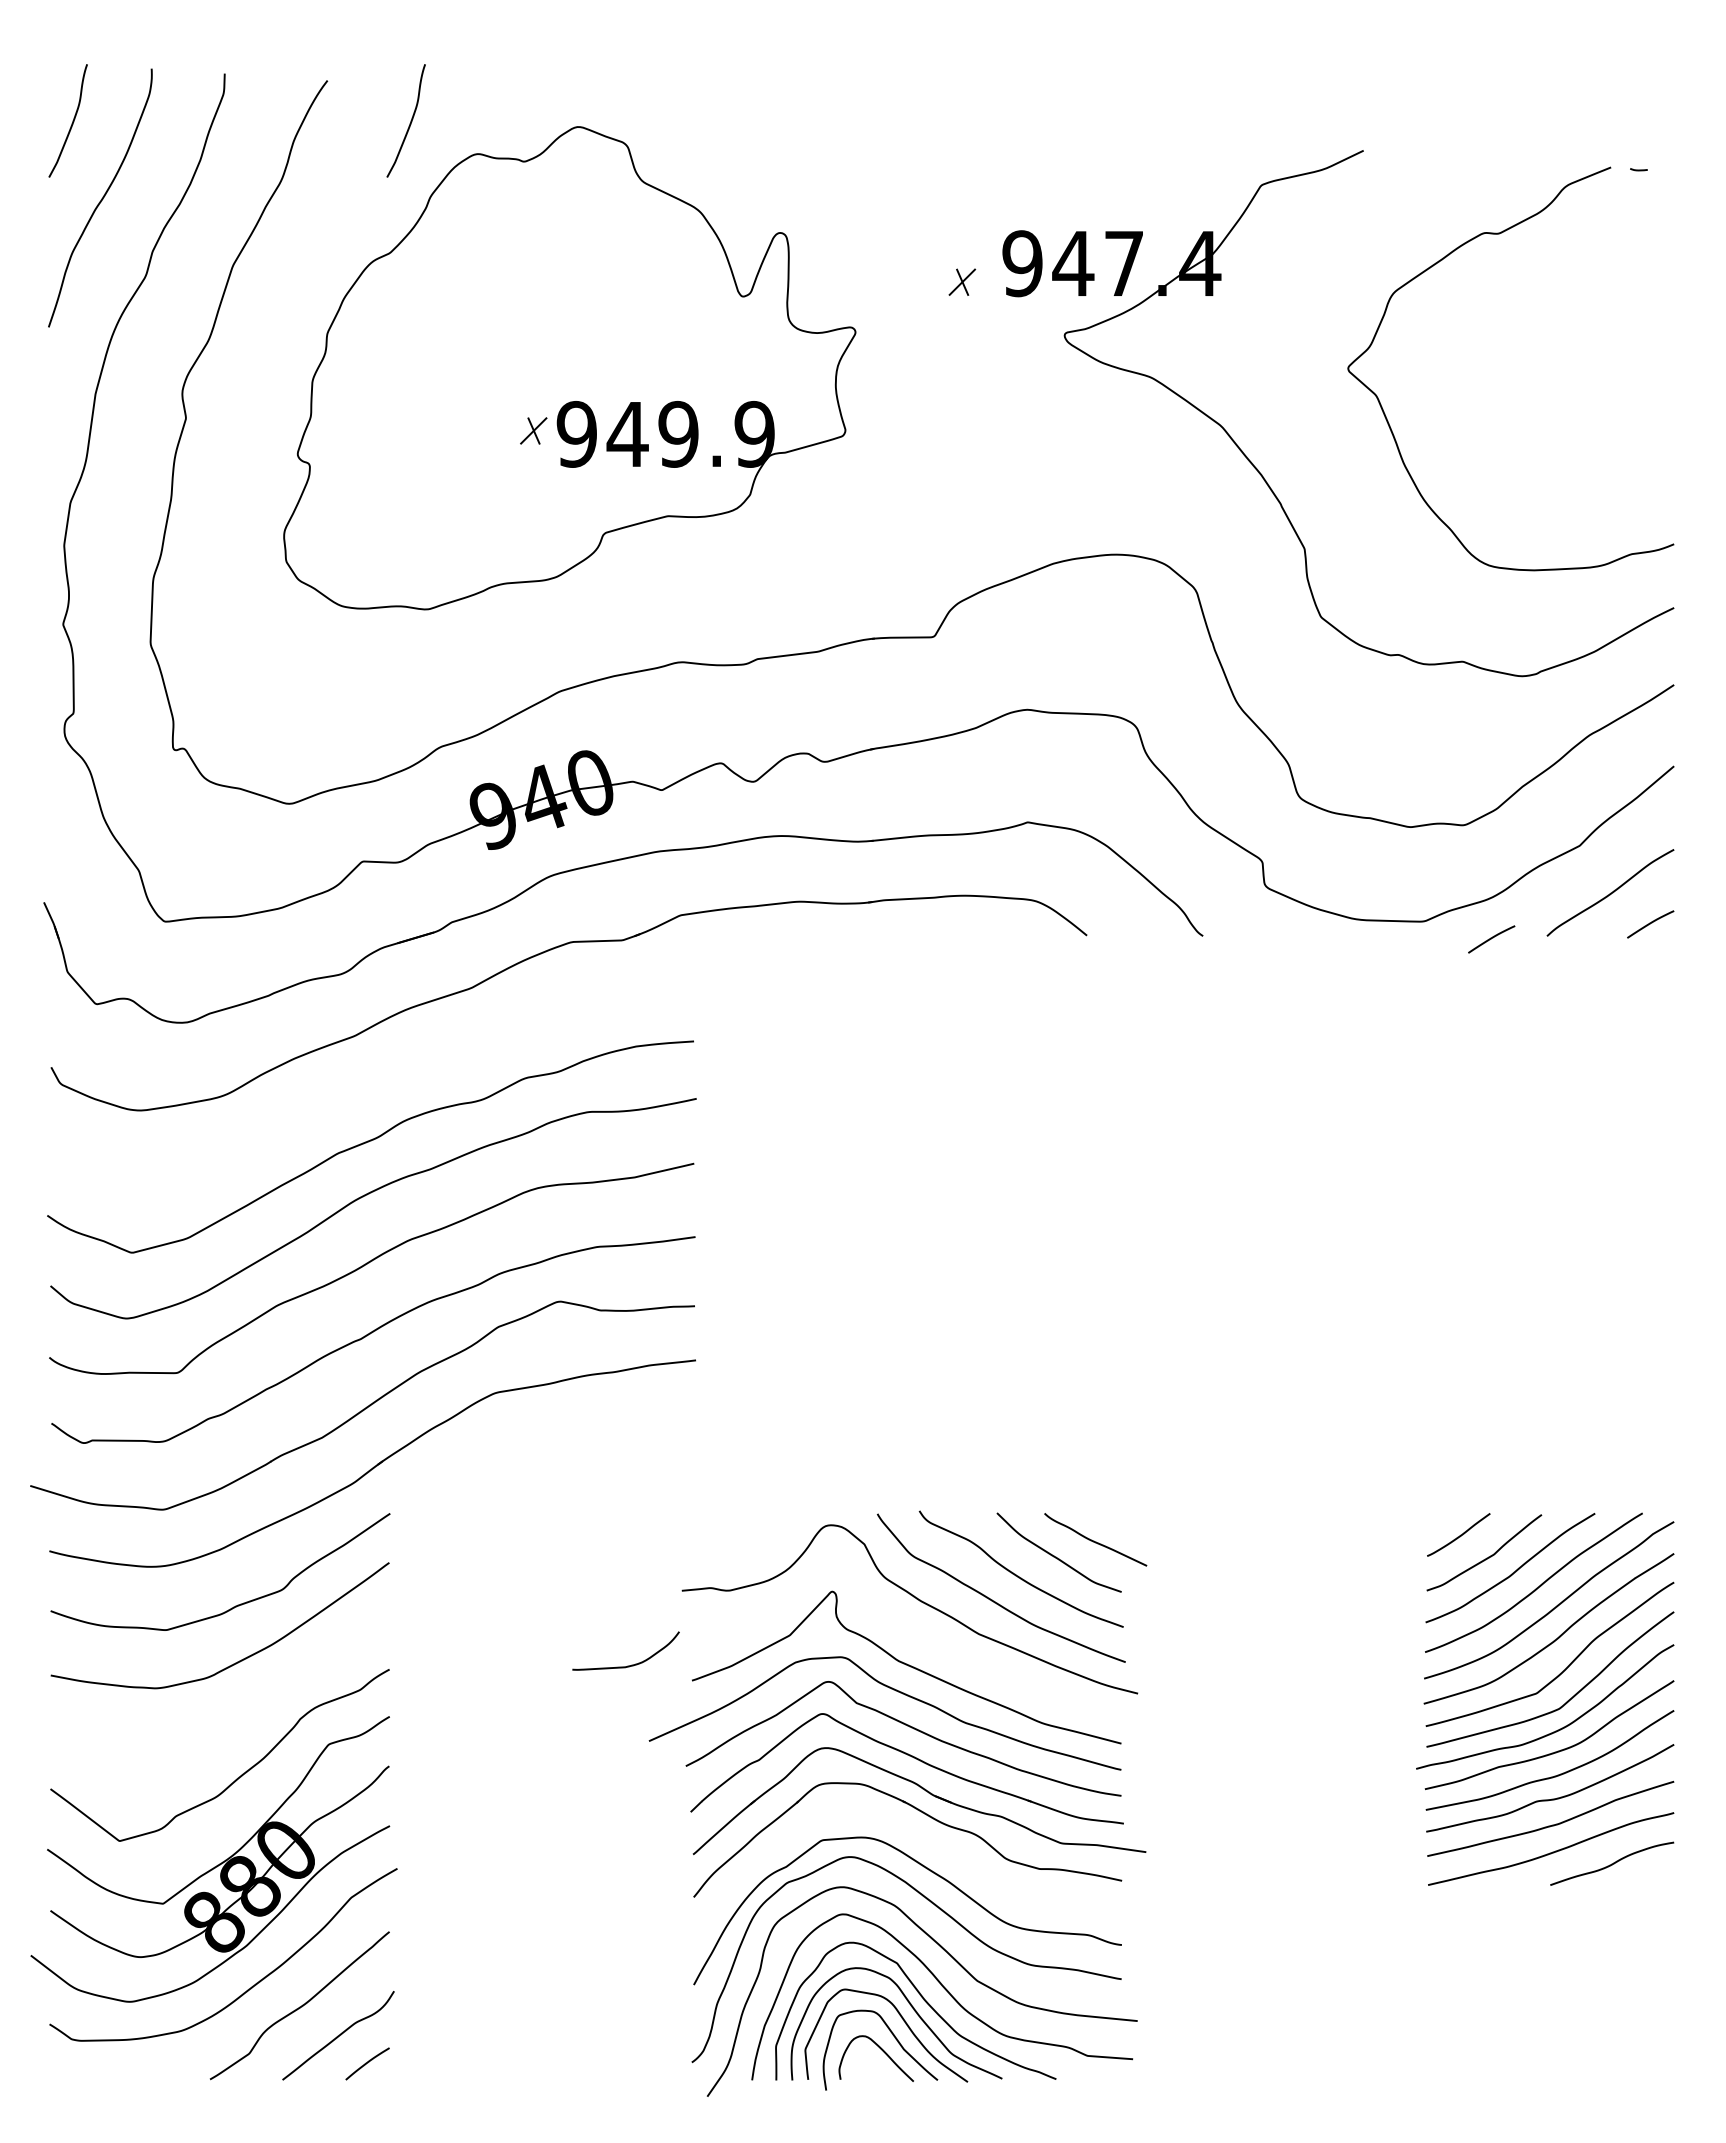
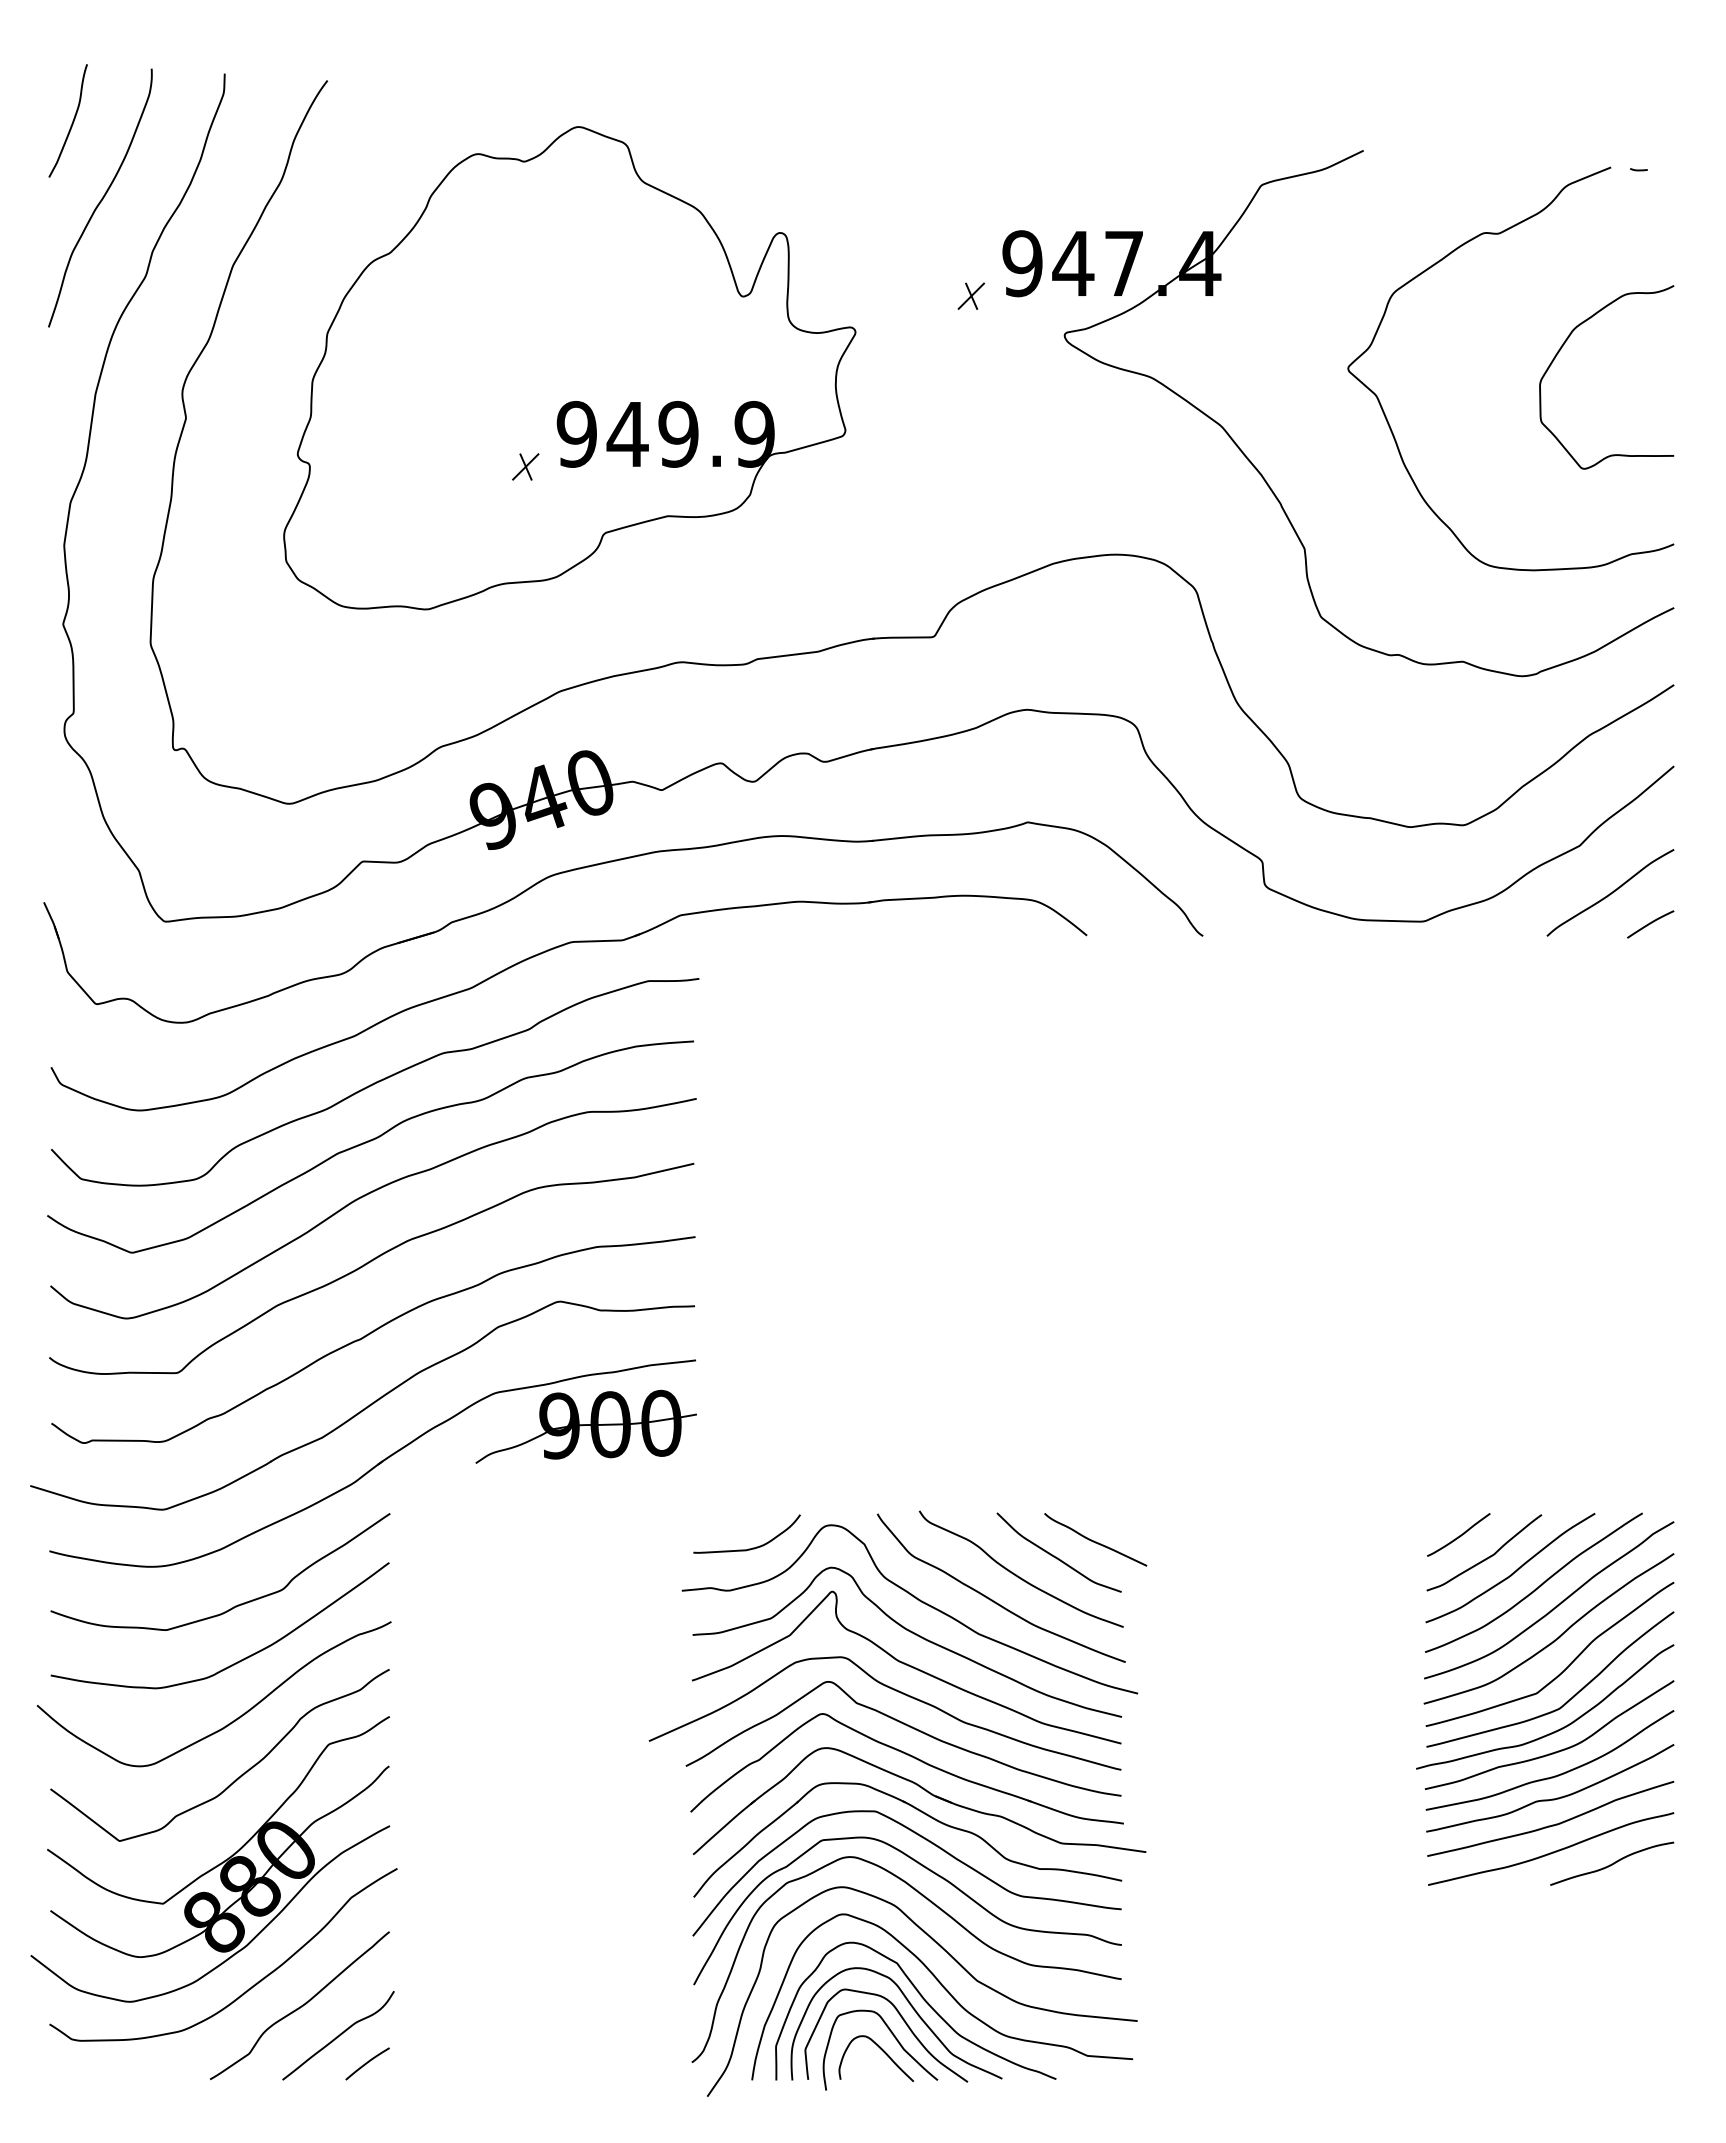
curve at (410, 120): present -> none
part at (962, 281) position: (962, 281) -> (971, 295)
curve at (1561, 349): none -> present
part at (533, 430) position: (533, 430) -> (525, 466)
curve at (1491, 939): present -> none
curve at (375, 1082): none -> present
part at (585, 1426): none -> present
curve at (913, 1634): none -> present
curve at (627, 1665) position: (627, 1665) -> (748, 1548)
curve at (231, 1721): none -> present
curve at (927, 1841): none -> present
